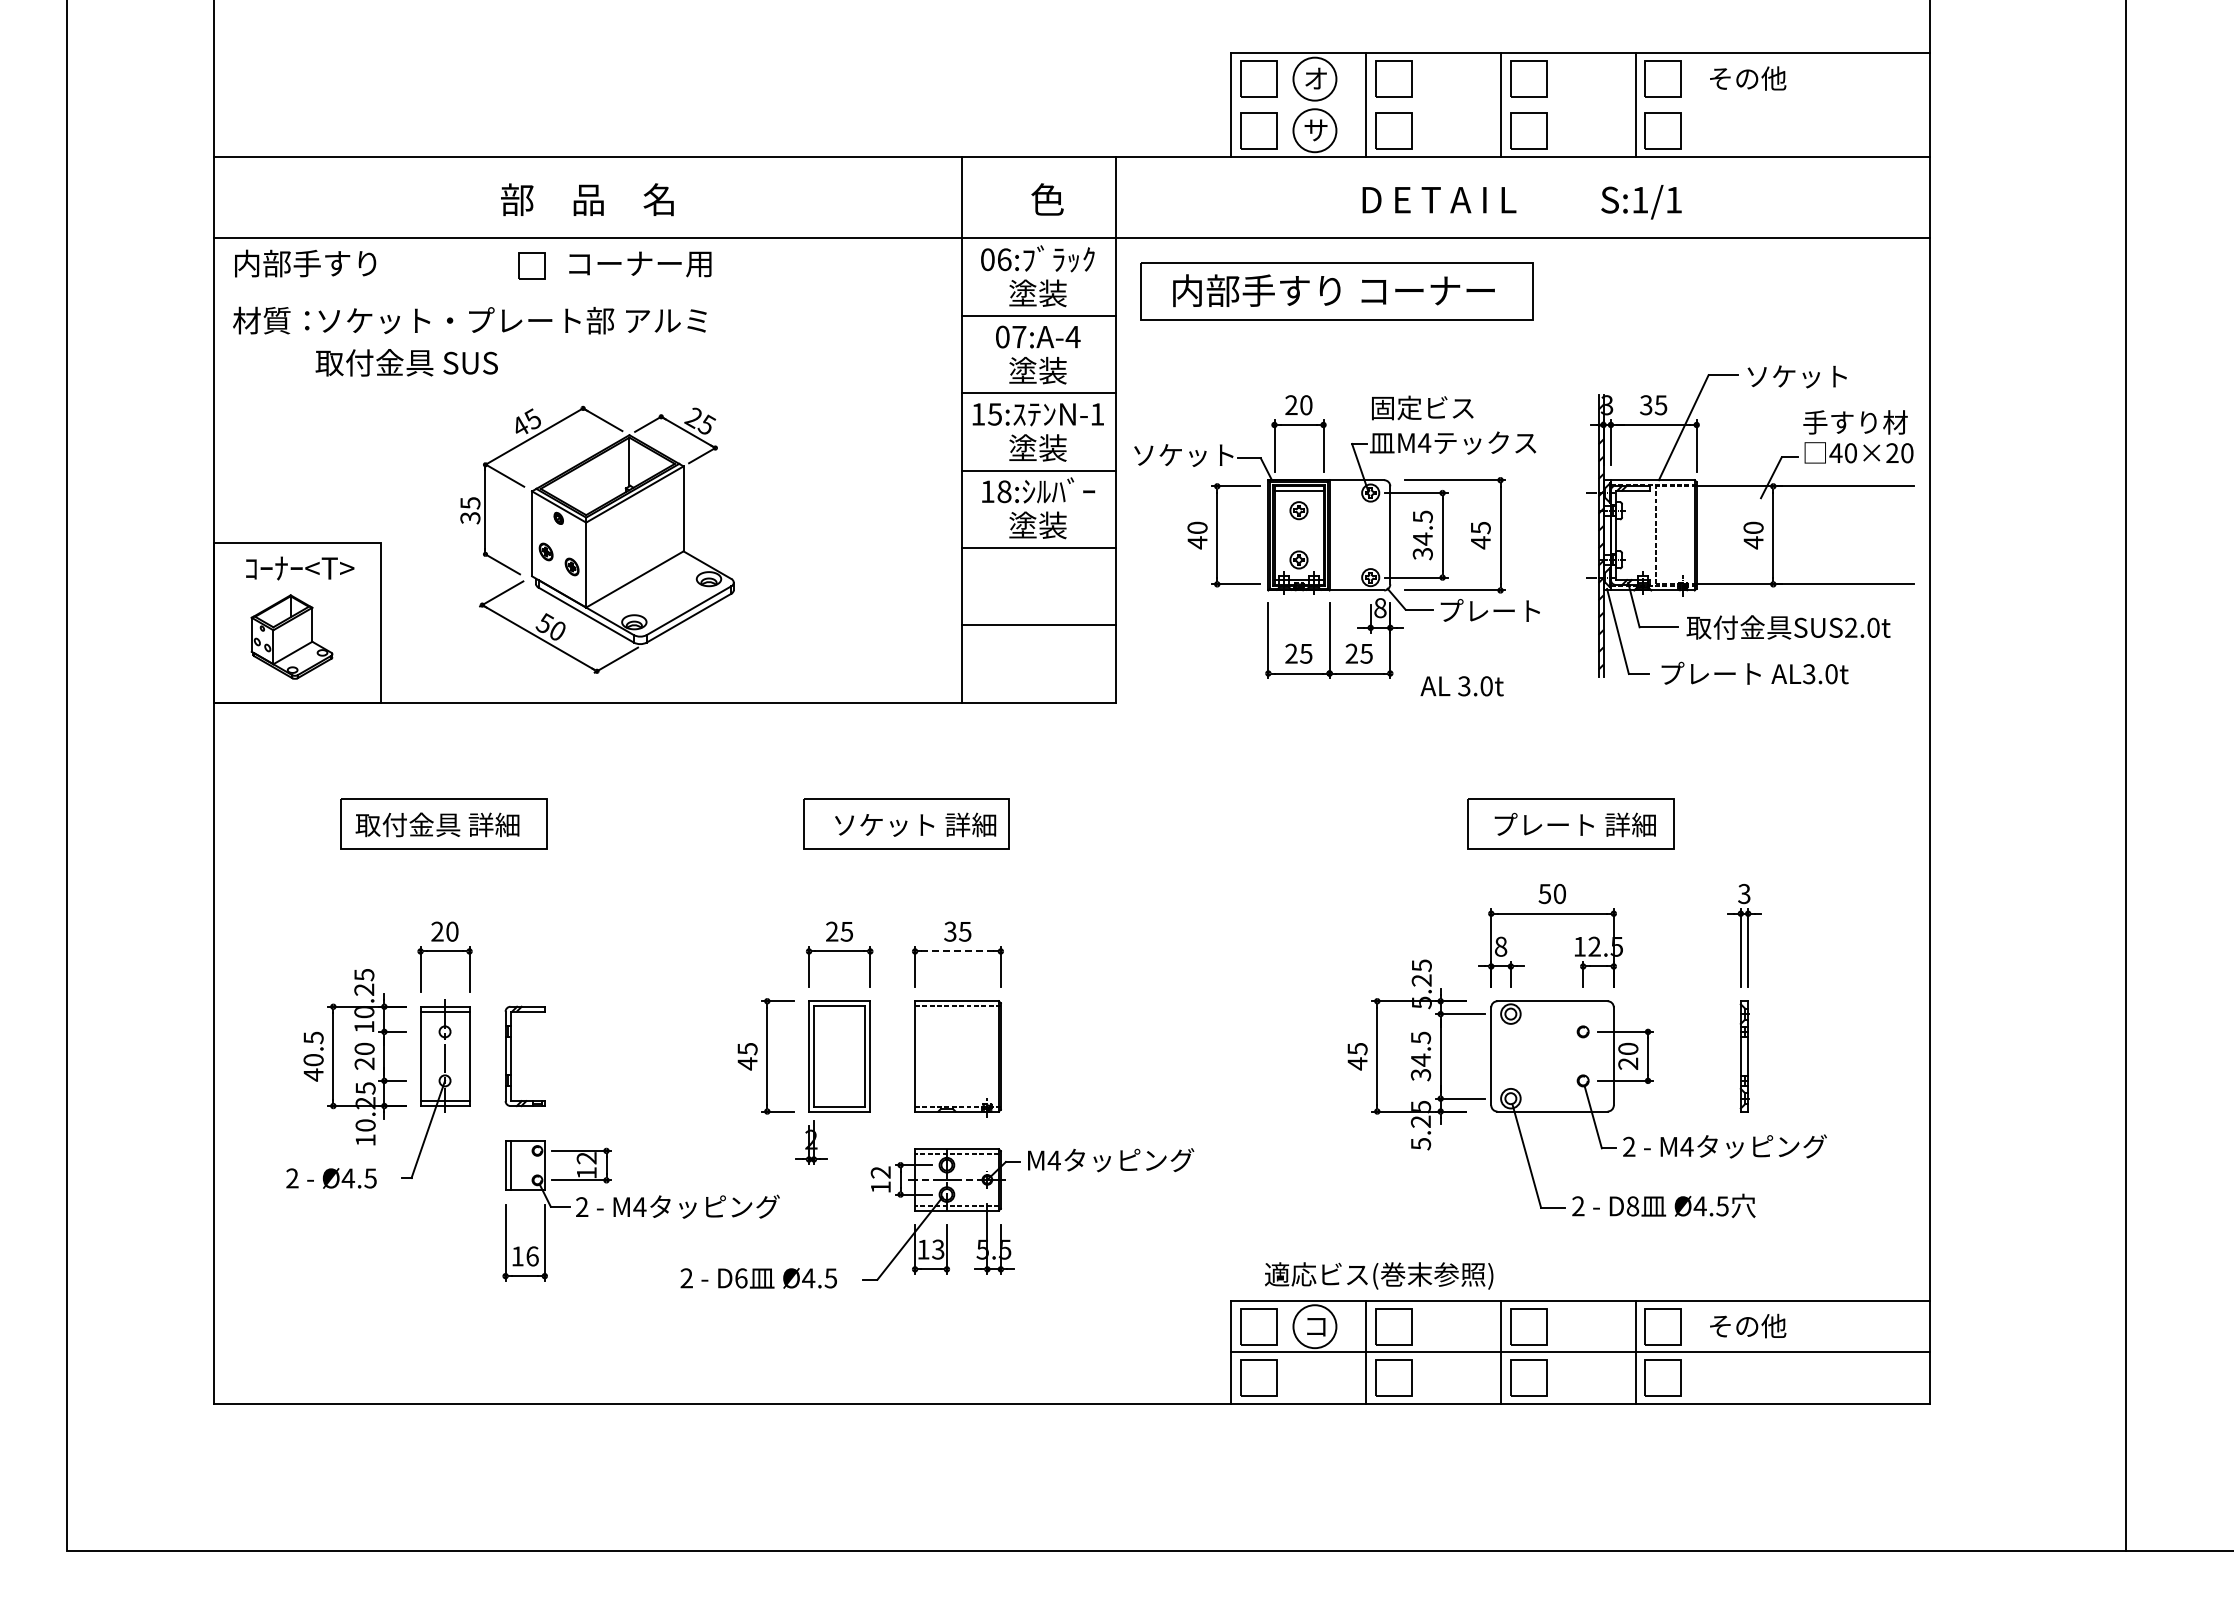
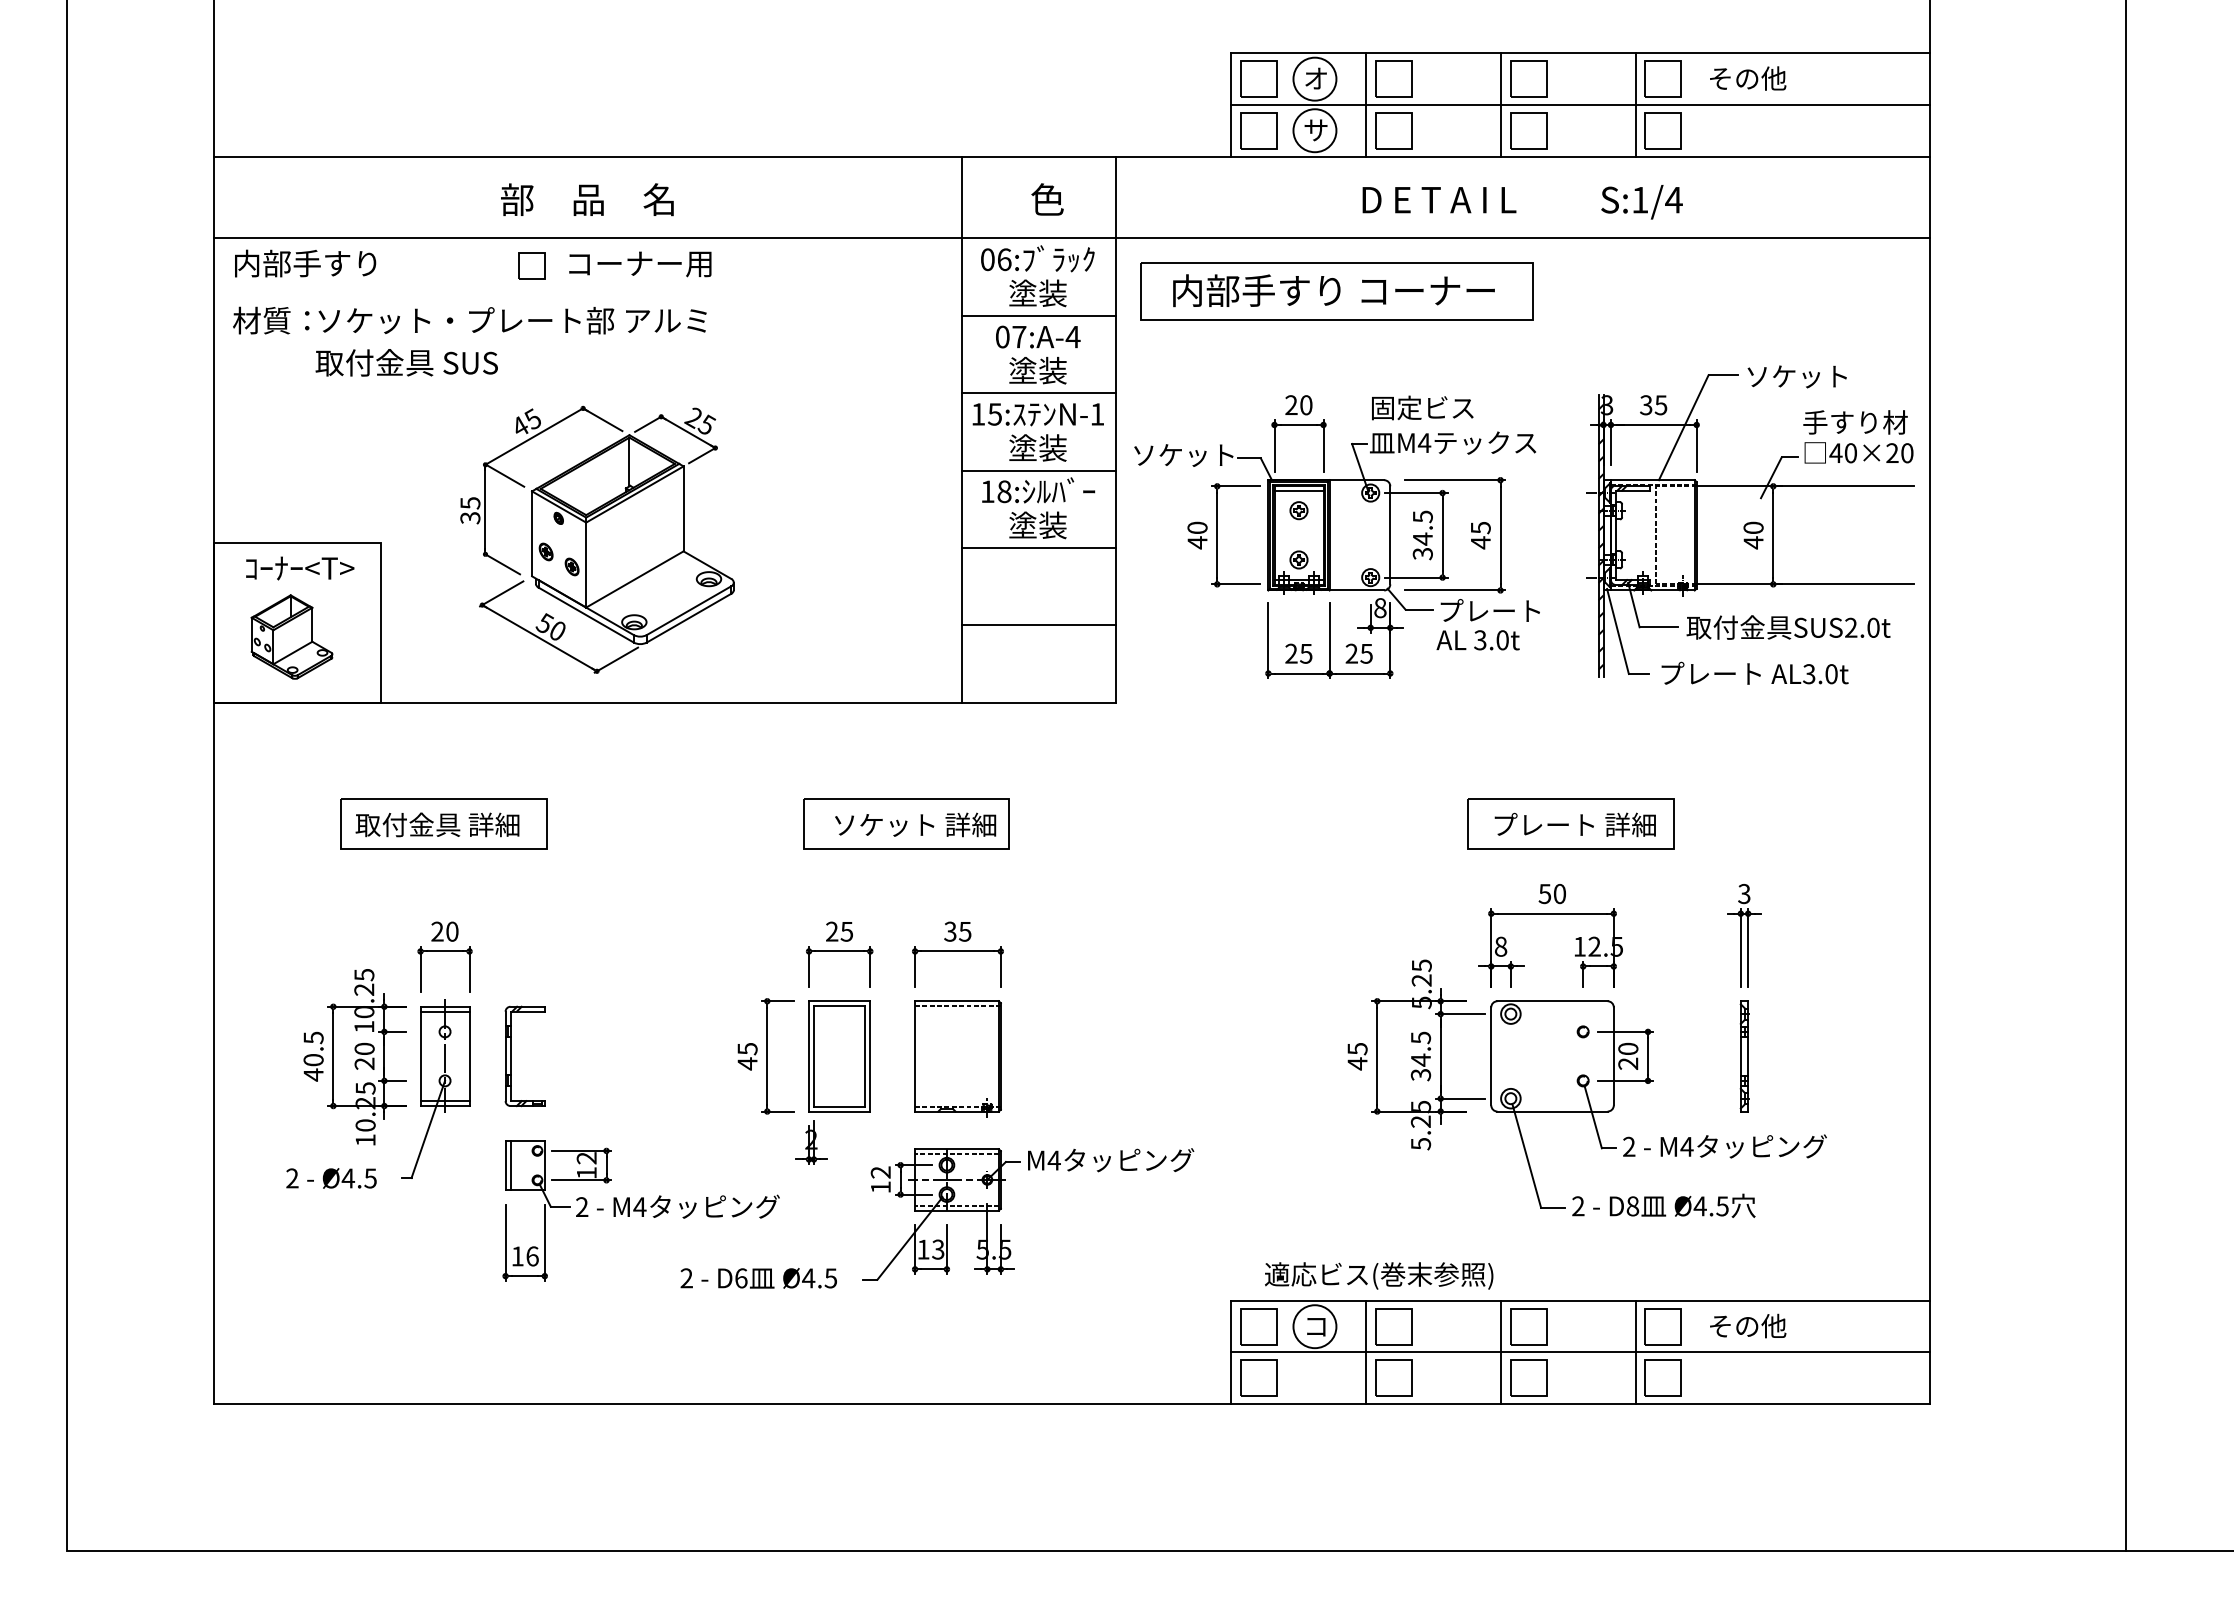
line at (1580, 104): none -> present
text at (1673, 200): S:1/1 -> S:1/4
text at (1461, 686) position: (1461, 686) -> (1477, 640)
line at (957, 951): dashed -> solid
